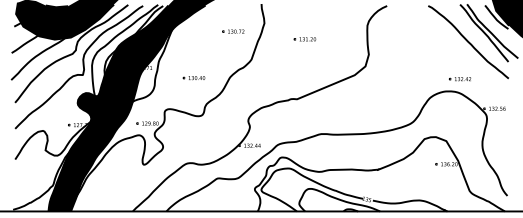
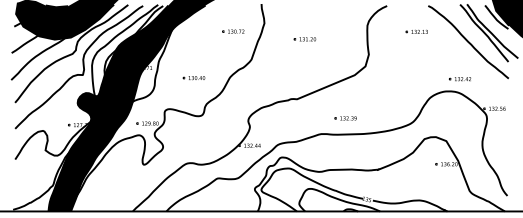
part at (416, 31): none -> present
part at (345, 118): none -> present
